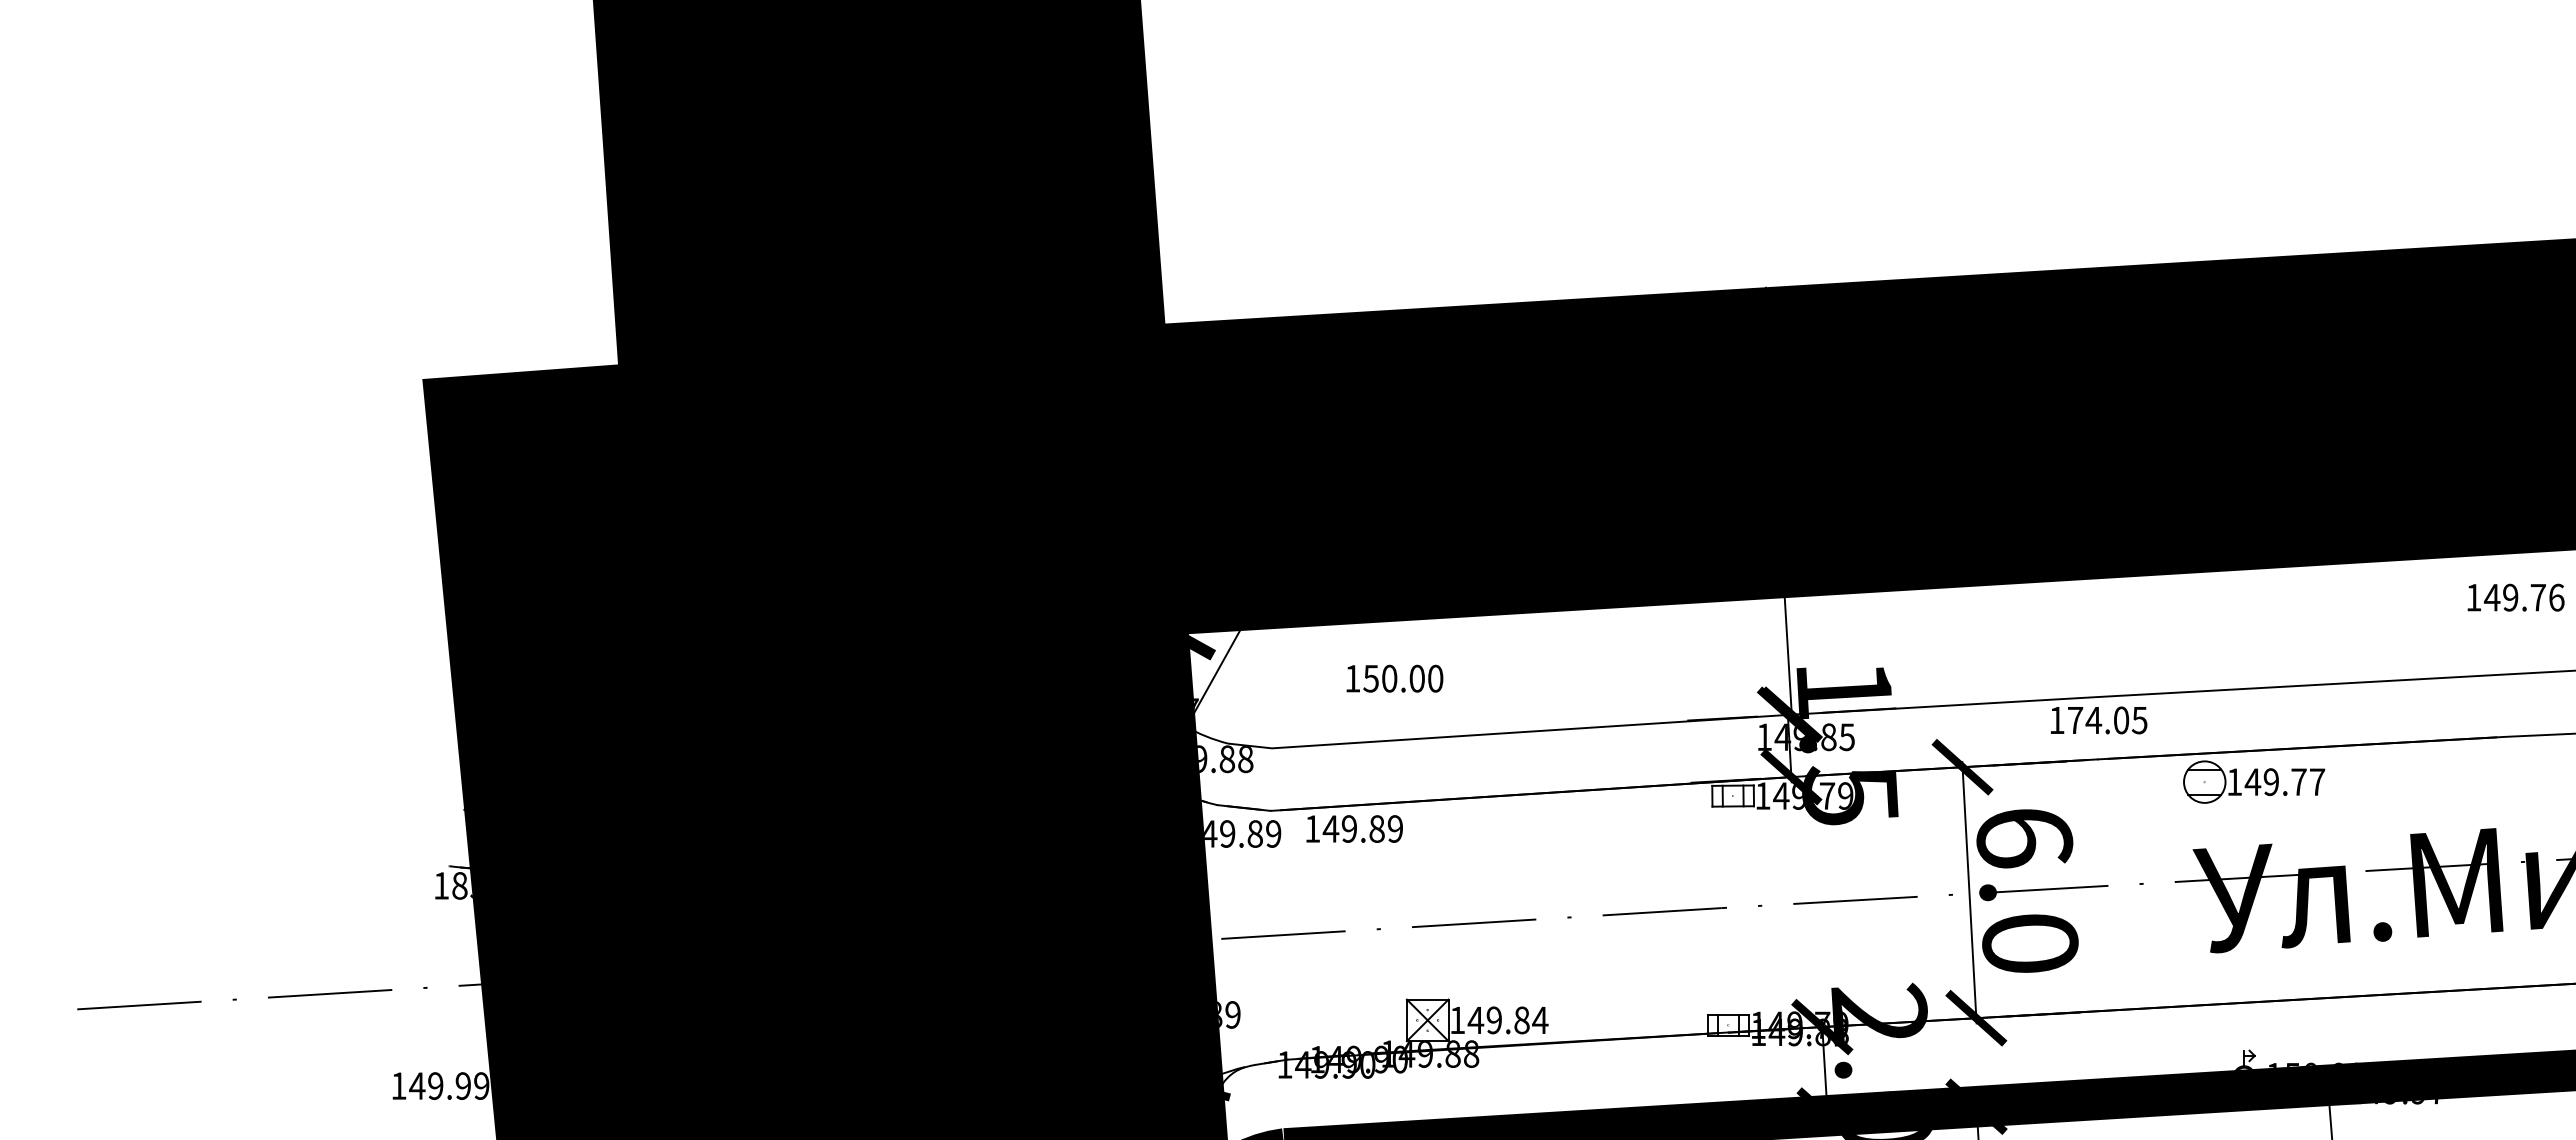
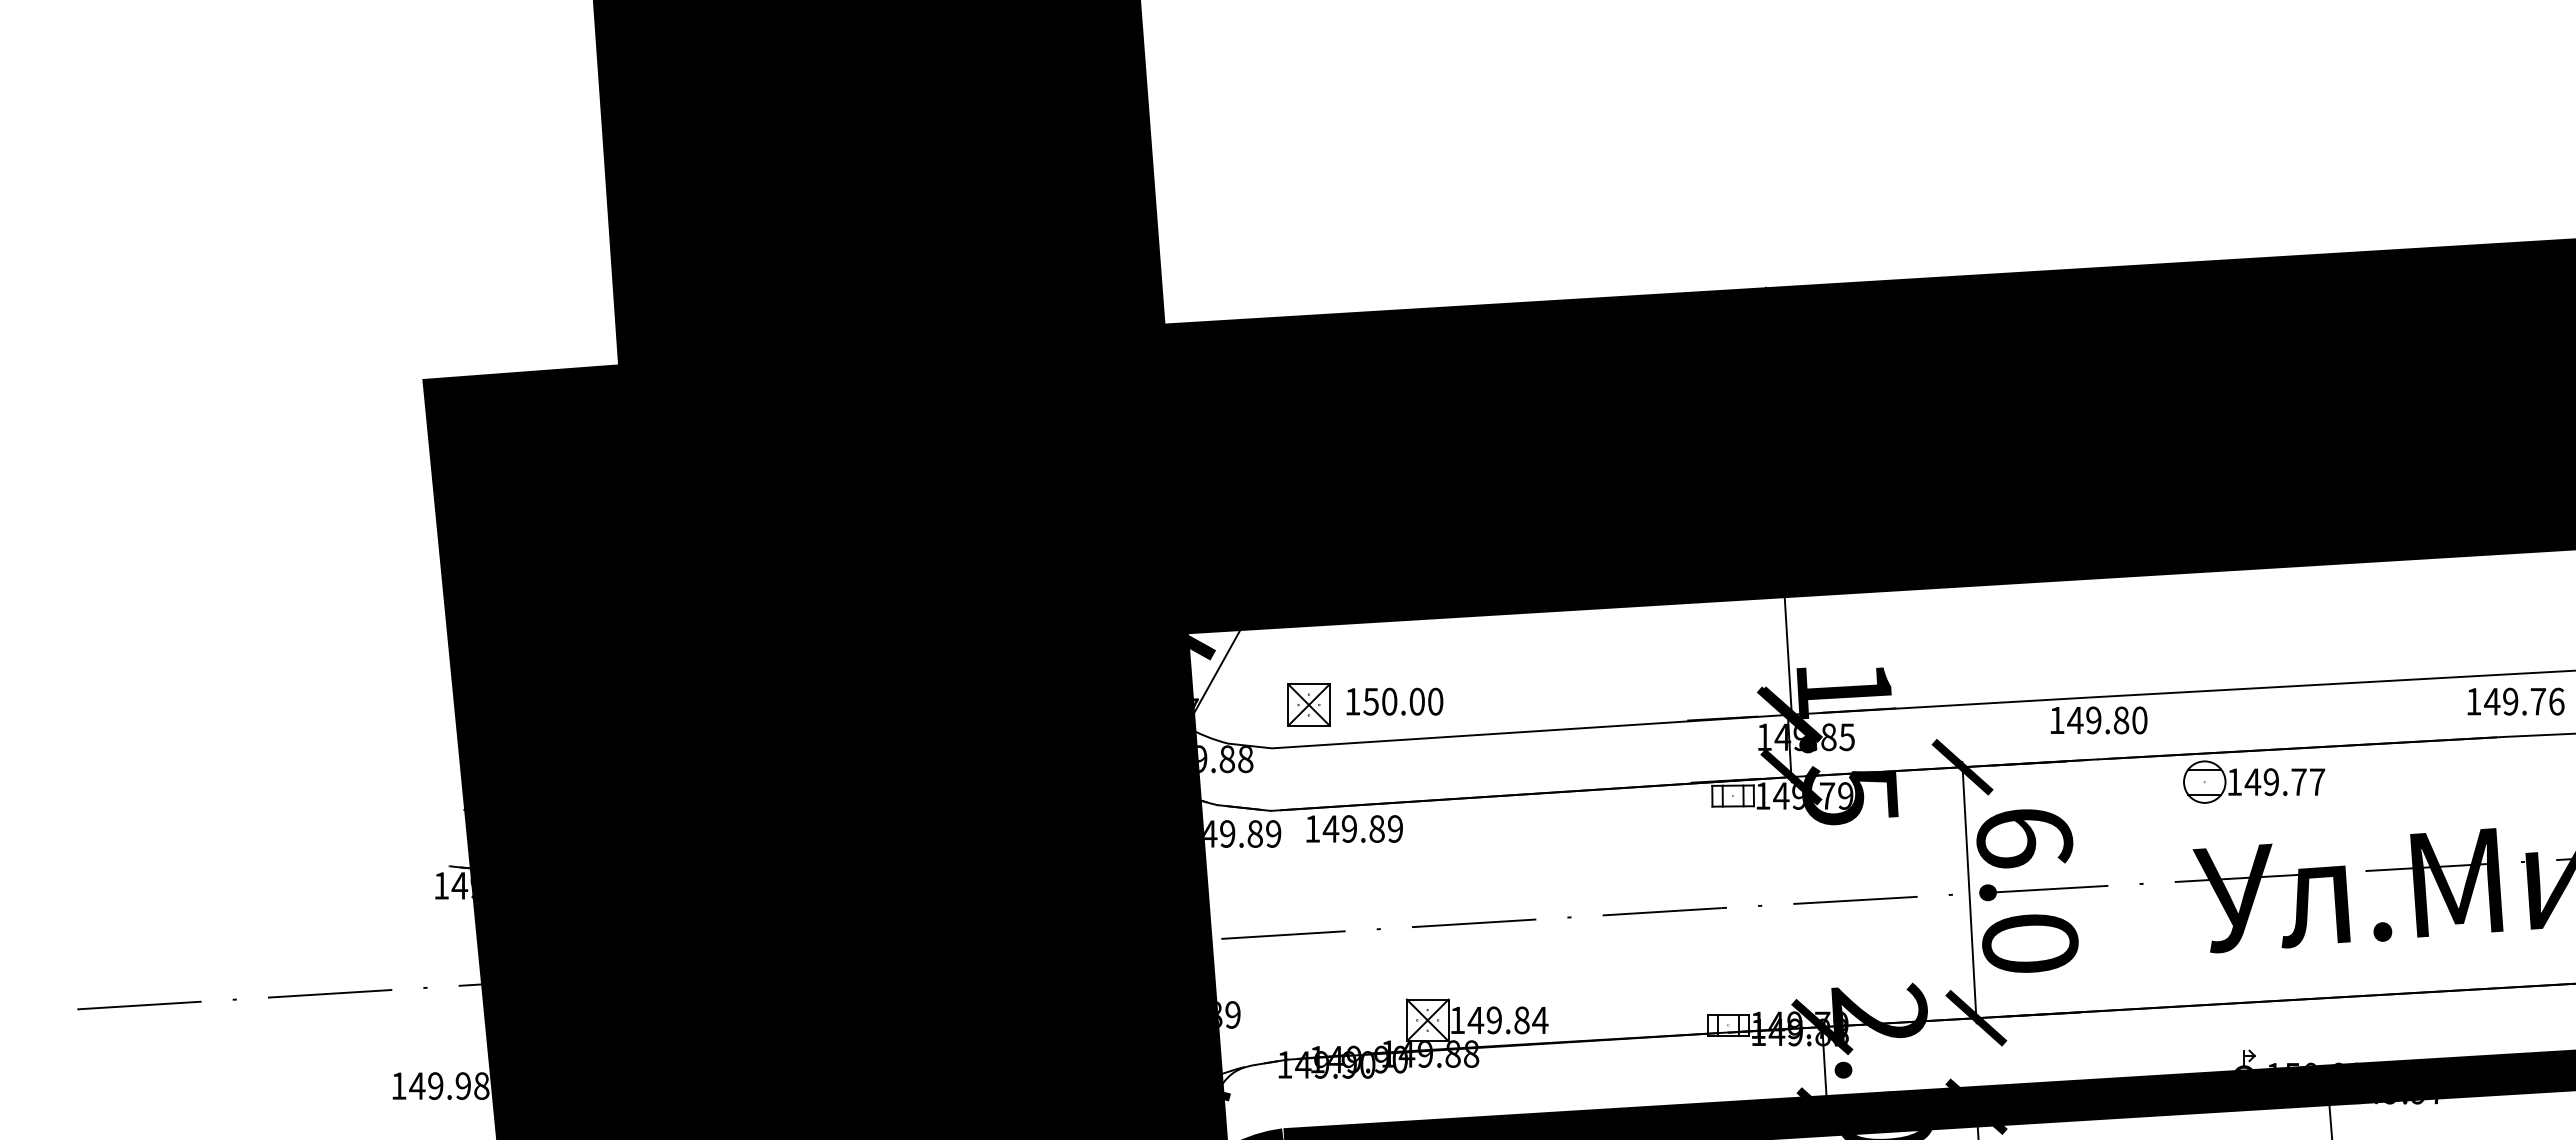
text at (2515, 597) position: (2515, 597) -> (2515, 701)
text at (1394, 678) position: (1394, 678) -> (1394, 701)
part at (1308, 704): none -> present
text at (2107, 720): 174.05 -> 149.80
text at (461, 885): 185.32 -> 149.96
text at (481, 1085): 149.99 -> 149.98
